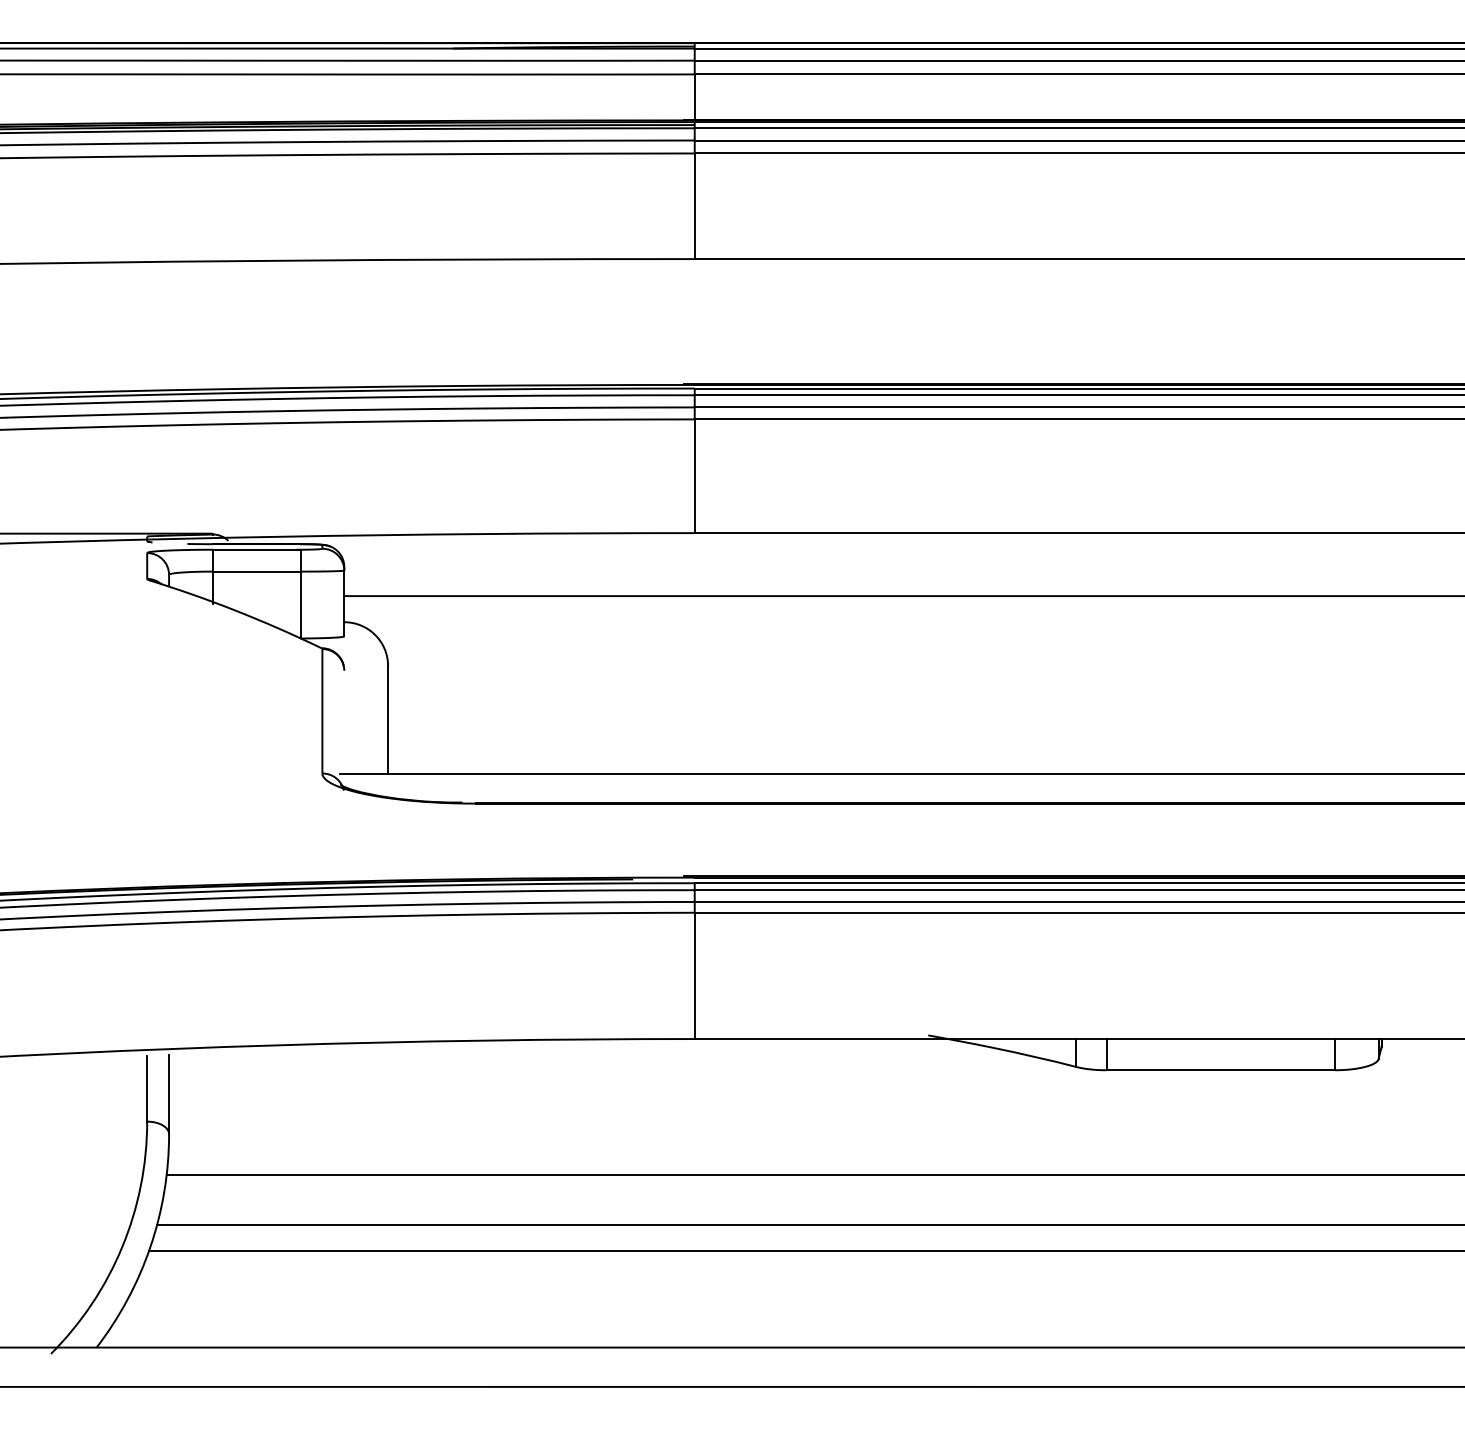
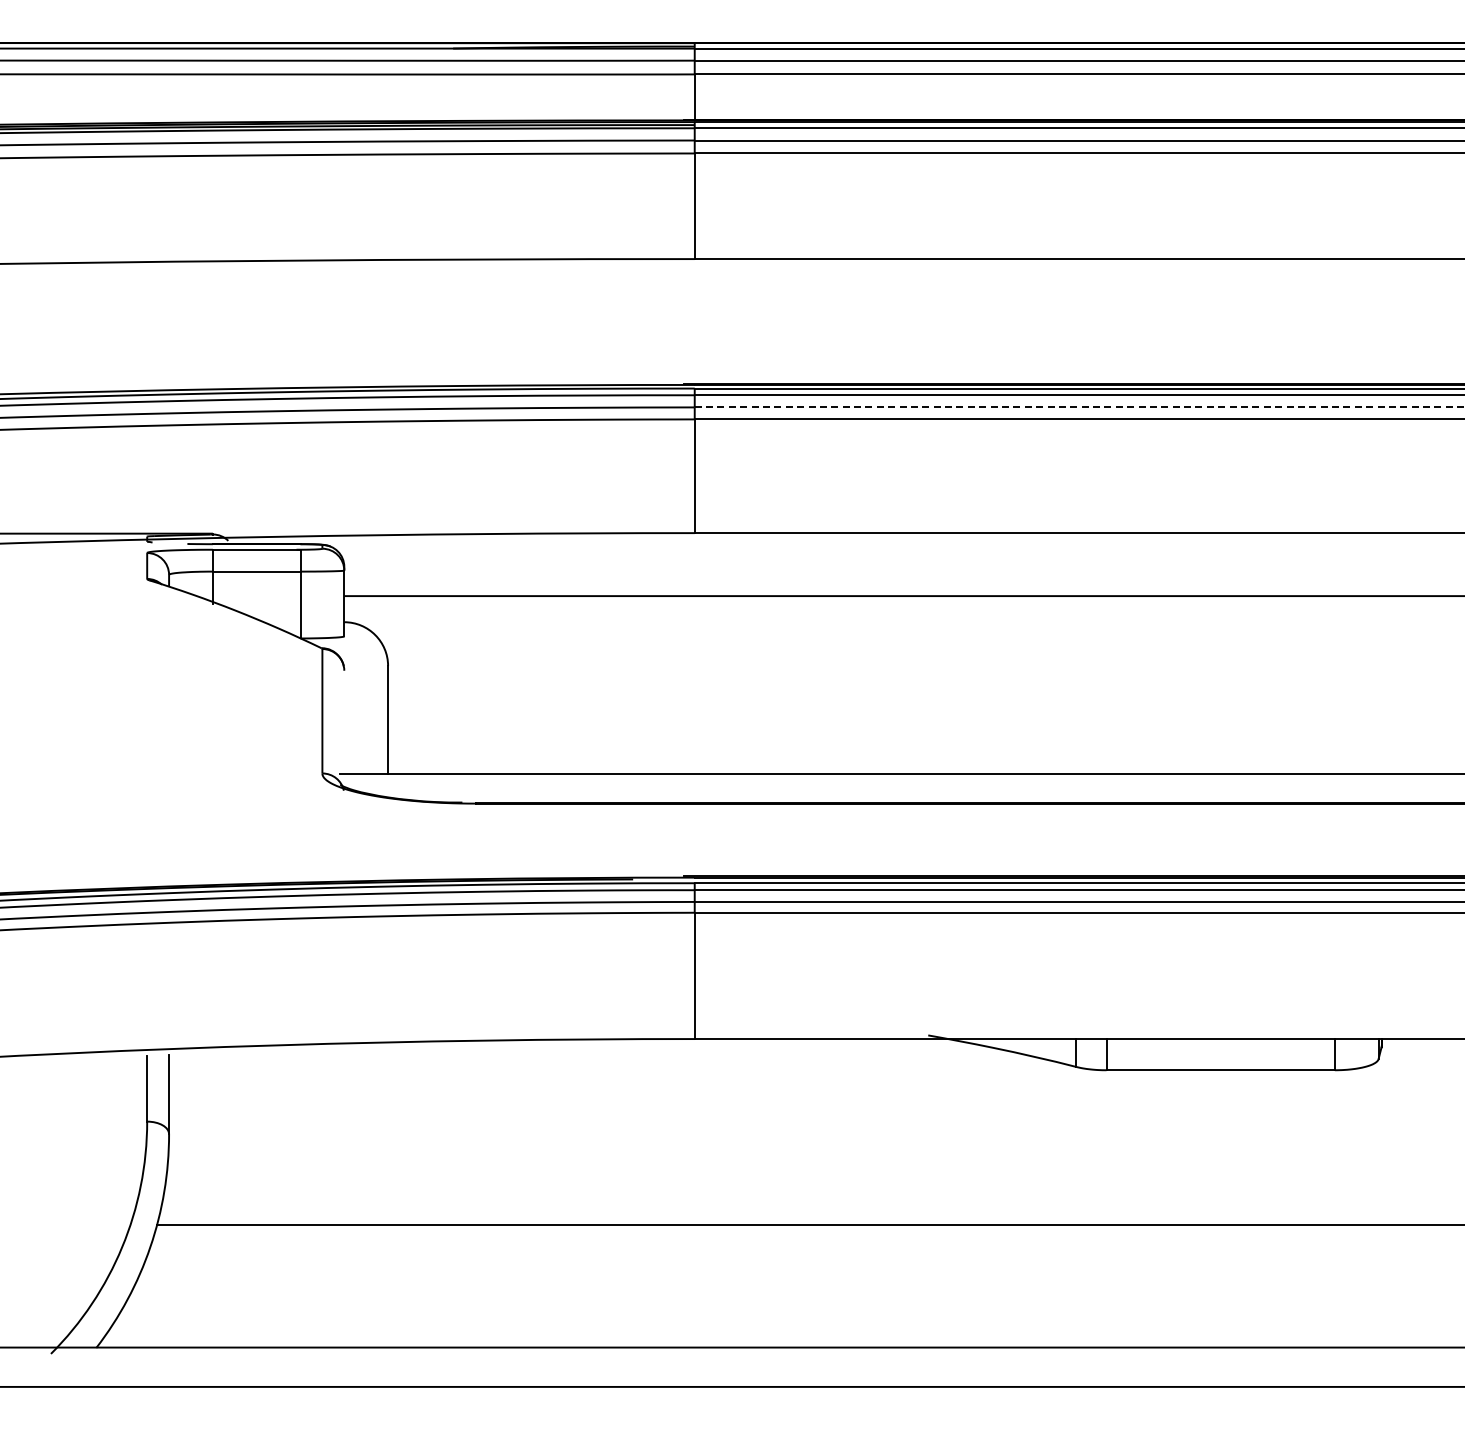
line at (1079, 407): solid -> dashed
line at (813, 1175): present -> none
line at (804, 1250): present -> none
